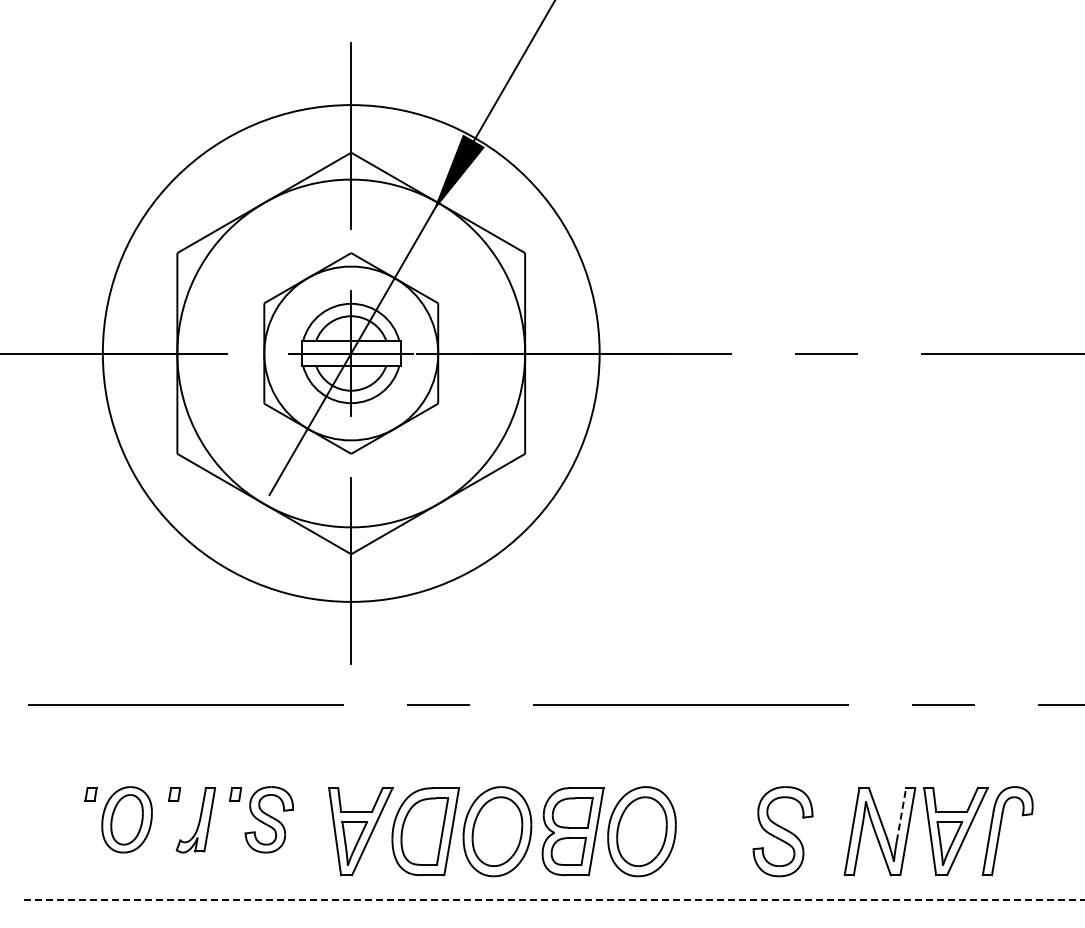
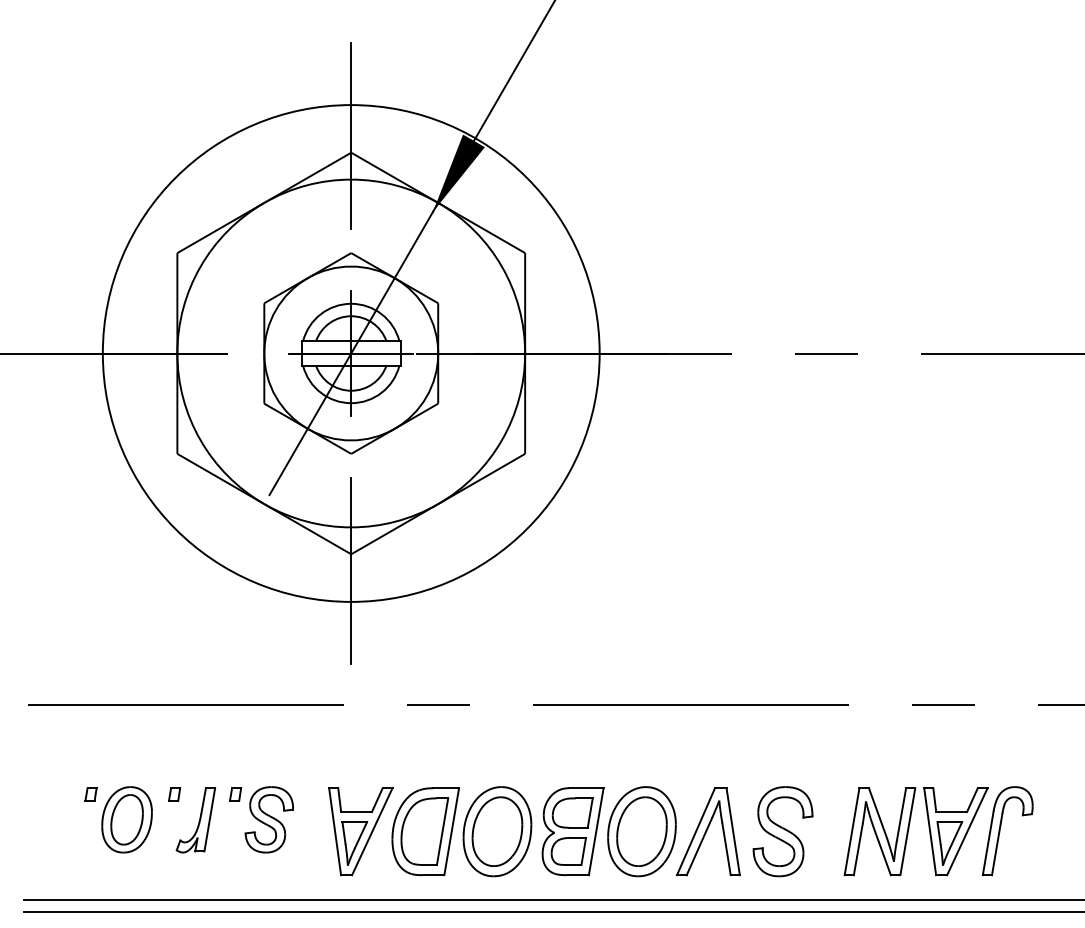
line at (901, 814): dashed -> solid
part at (708, 831): none -> present
line at (555, 900): dashed -> solid
line at (552, 912): none -> present
